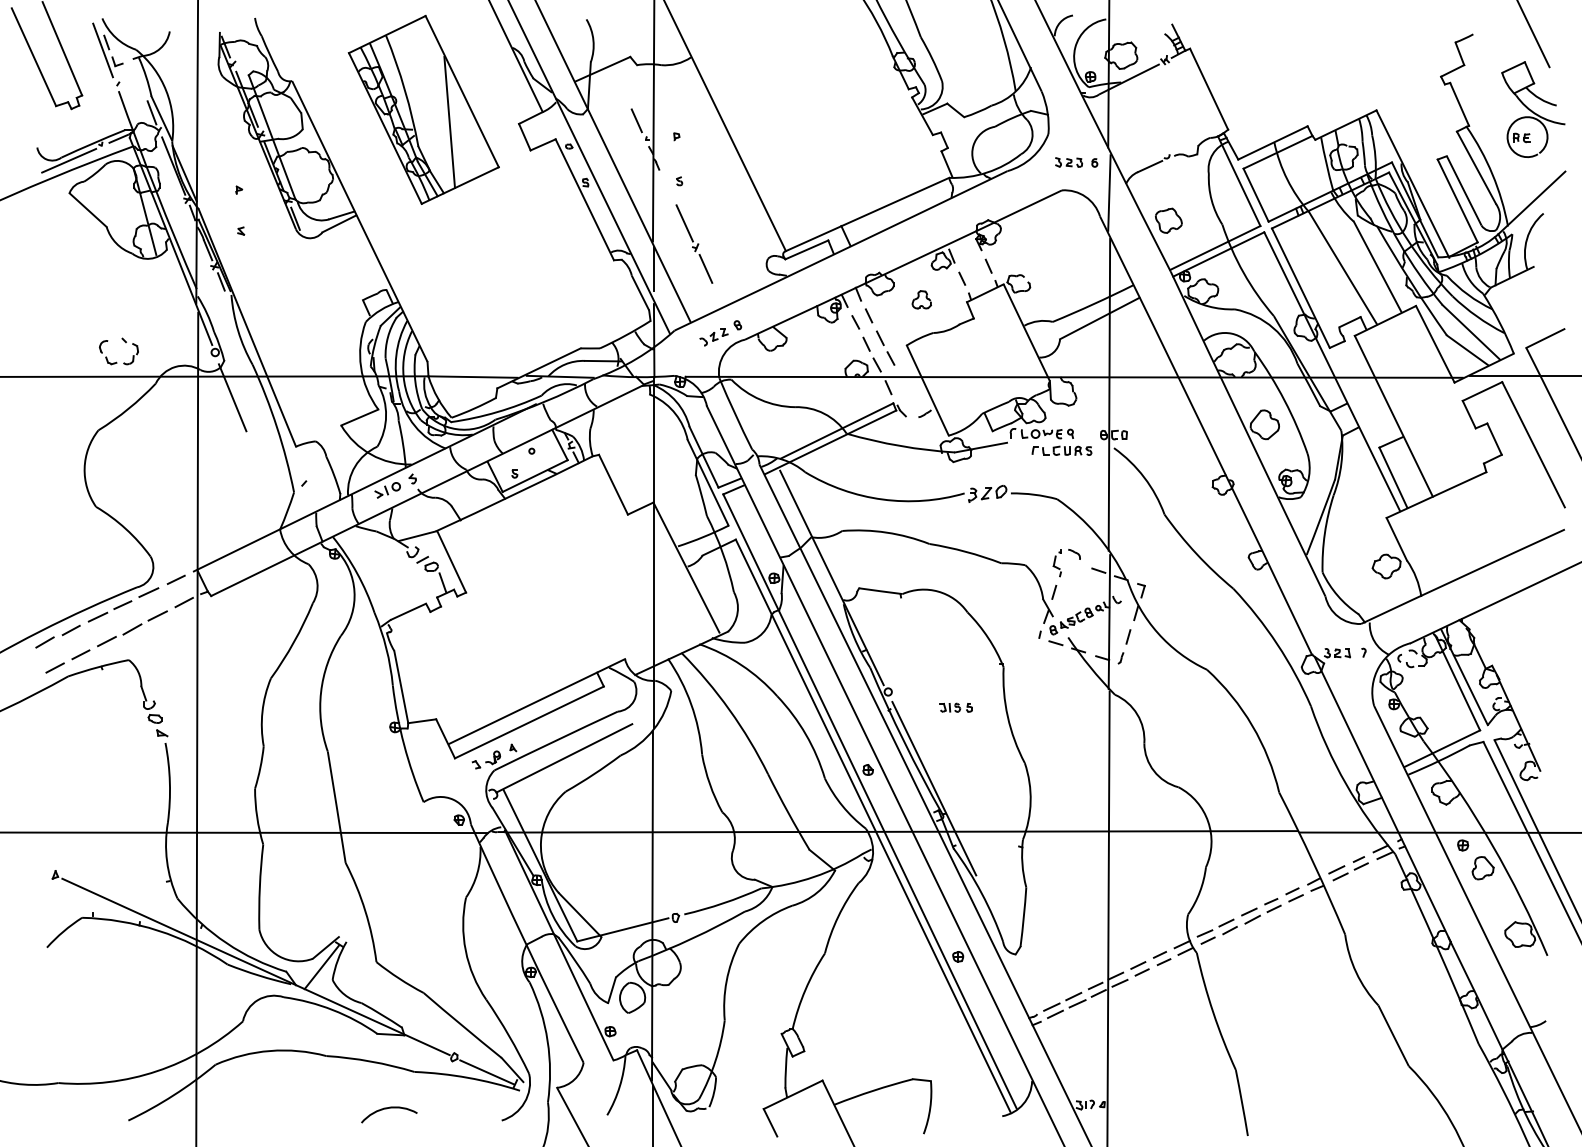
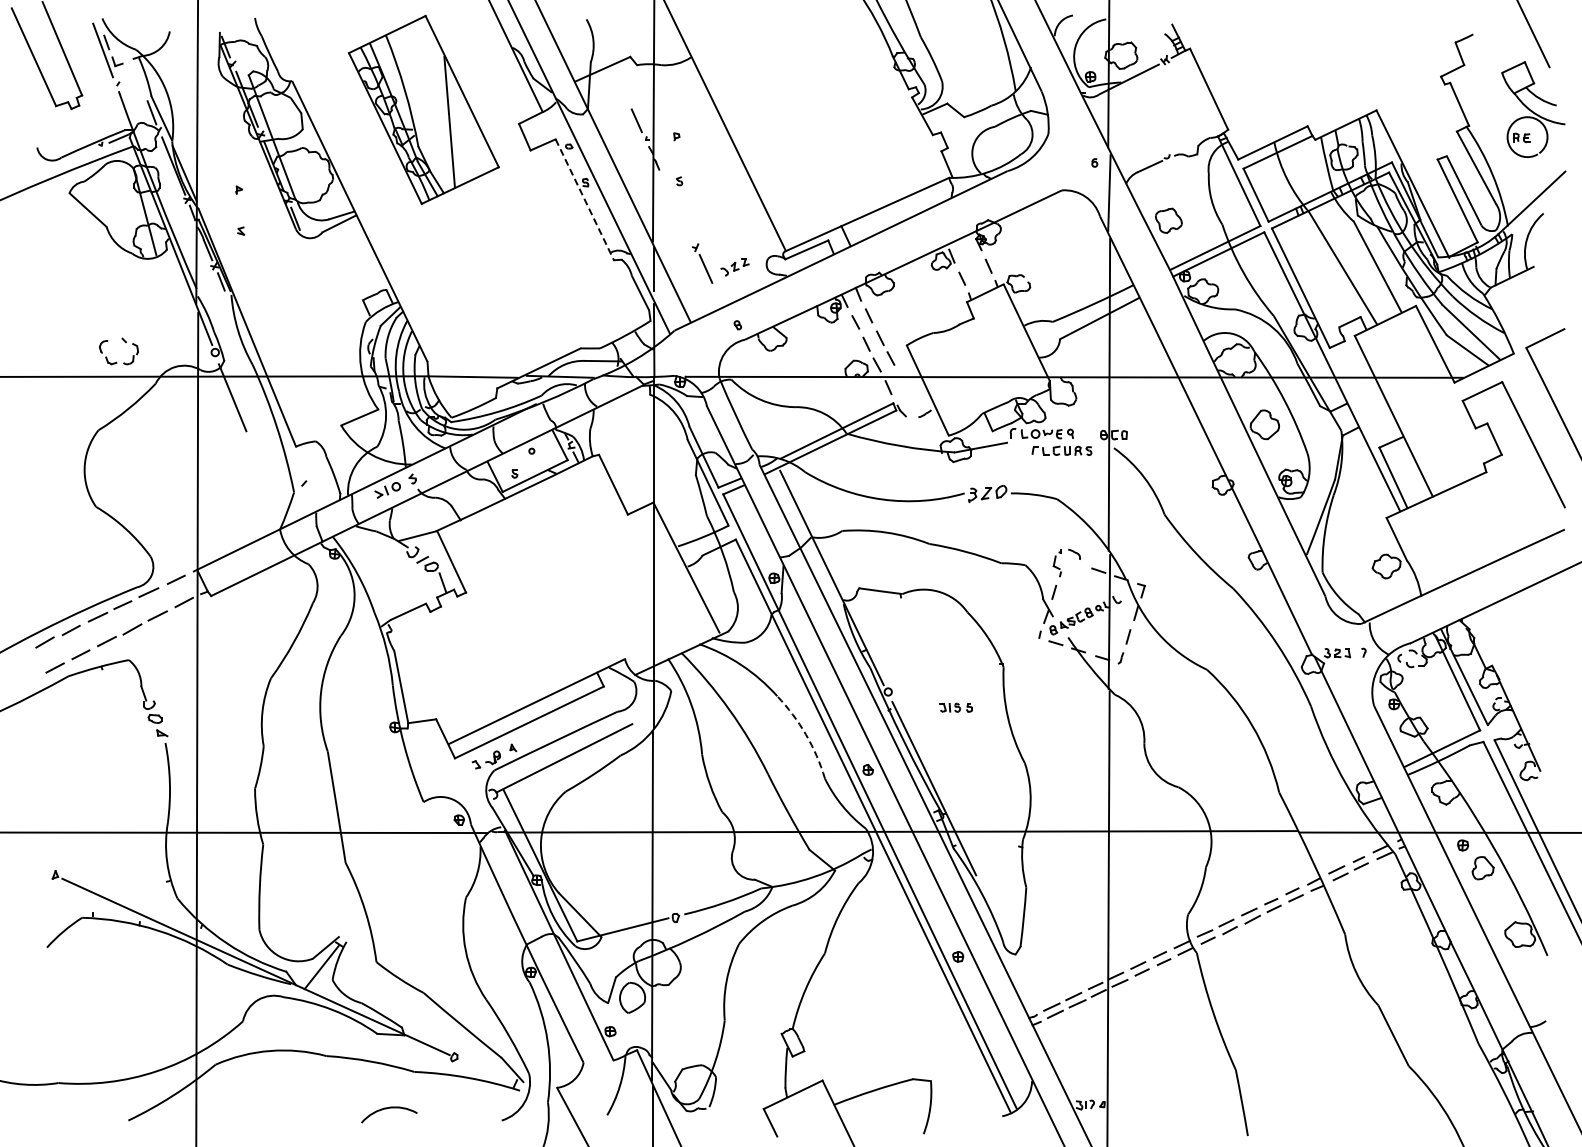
line at (69, 160): present -> none
part at (1069, 162): present -> none
line at (585, 200): solid -> dashed
line at (684, 223): present -> none
part at (921, 299): present -> none
part at (713, 337) position: (713, 337) -> (734, 267)
line at (1524, 375): present -> none
arc at (805, 734): solid -> dashed
line at (487, 1072): present -> none
